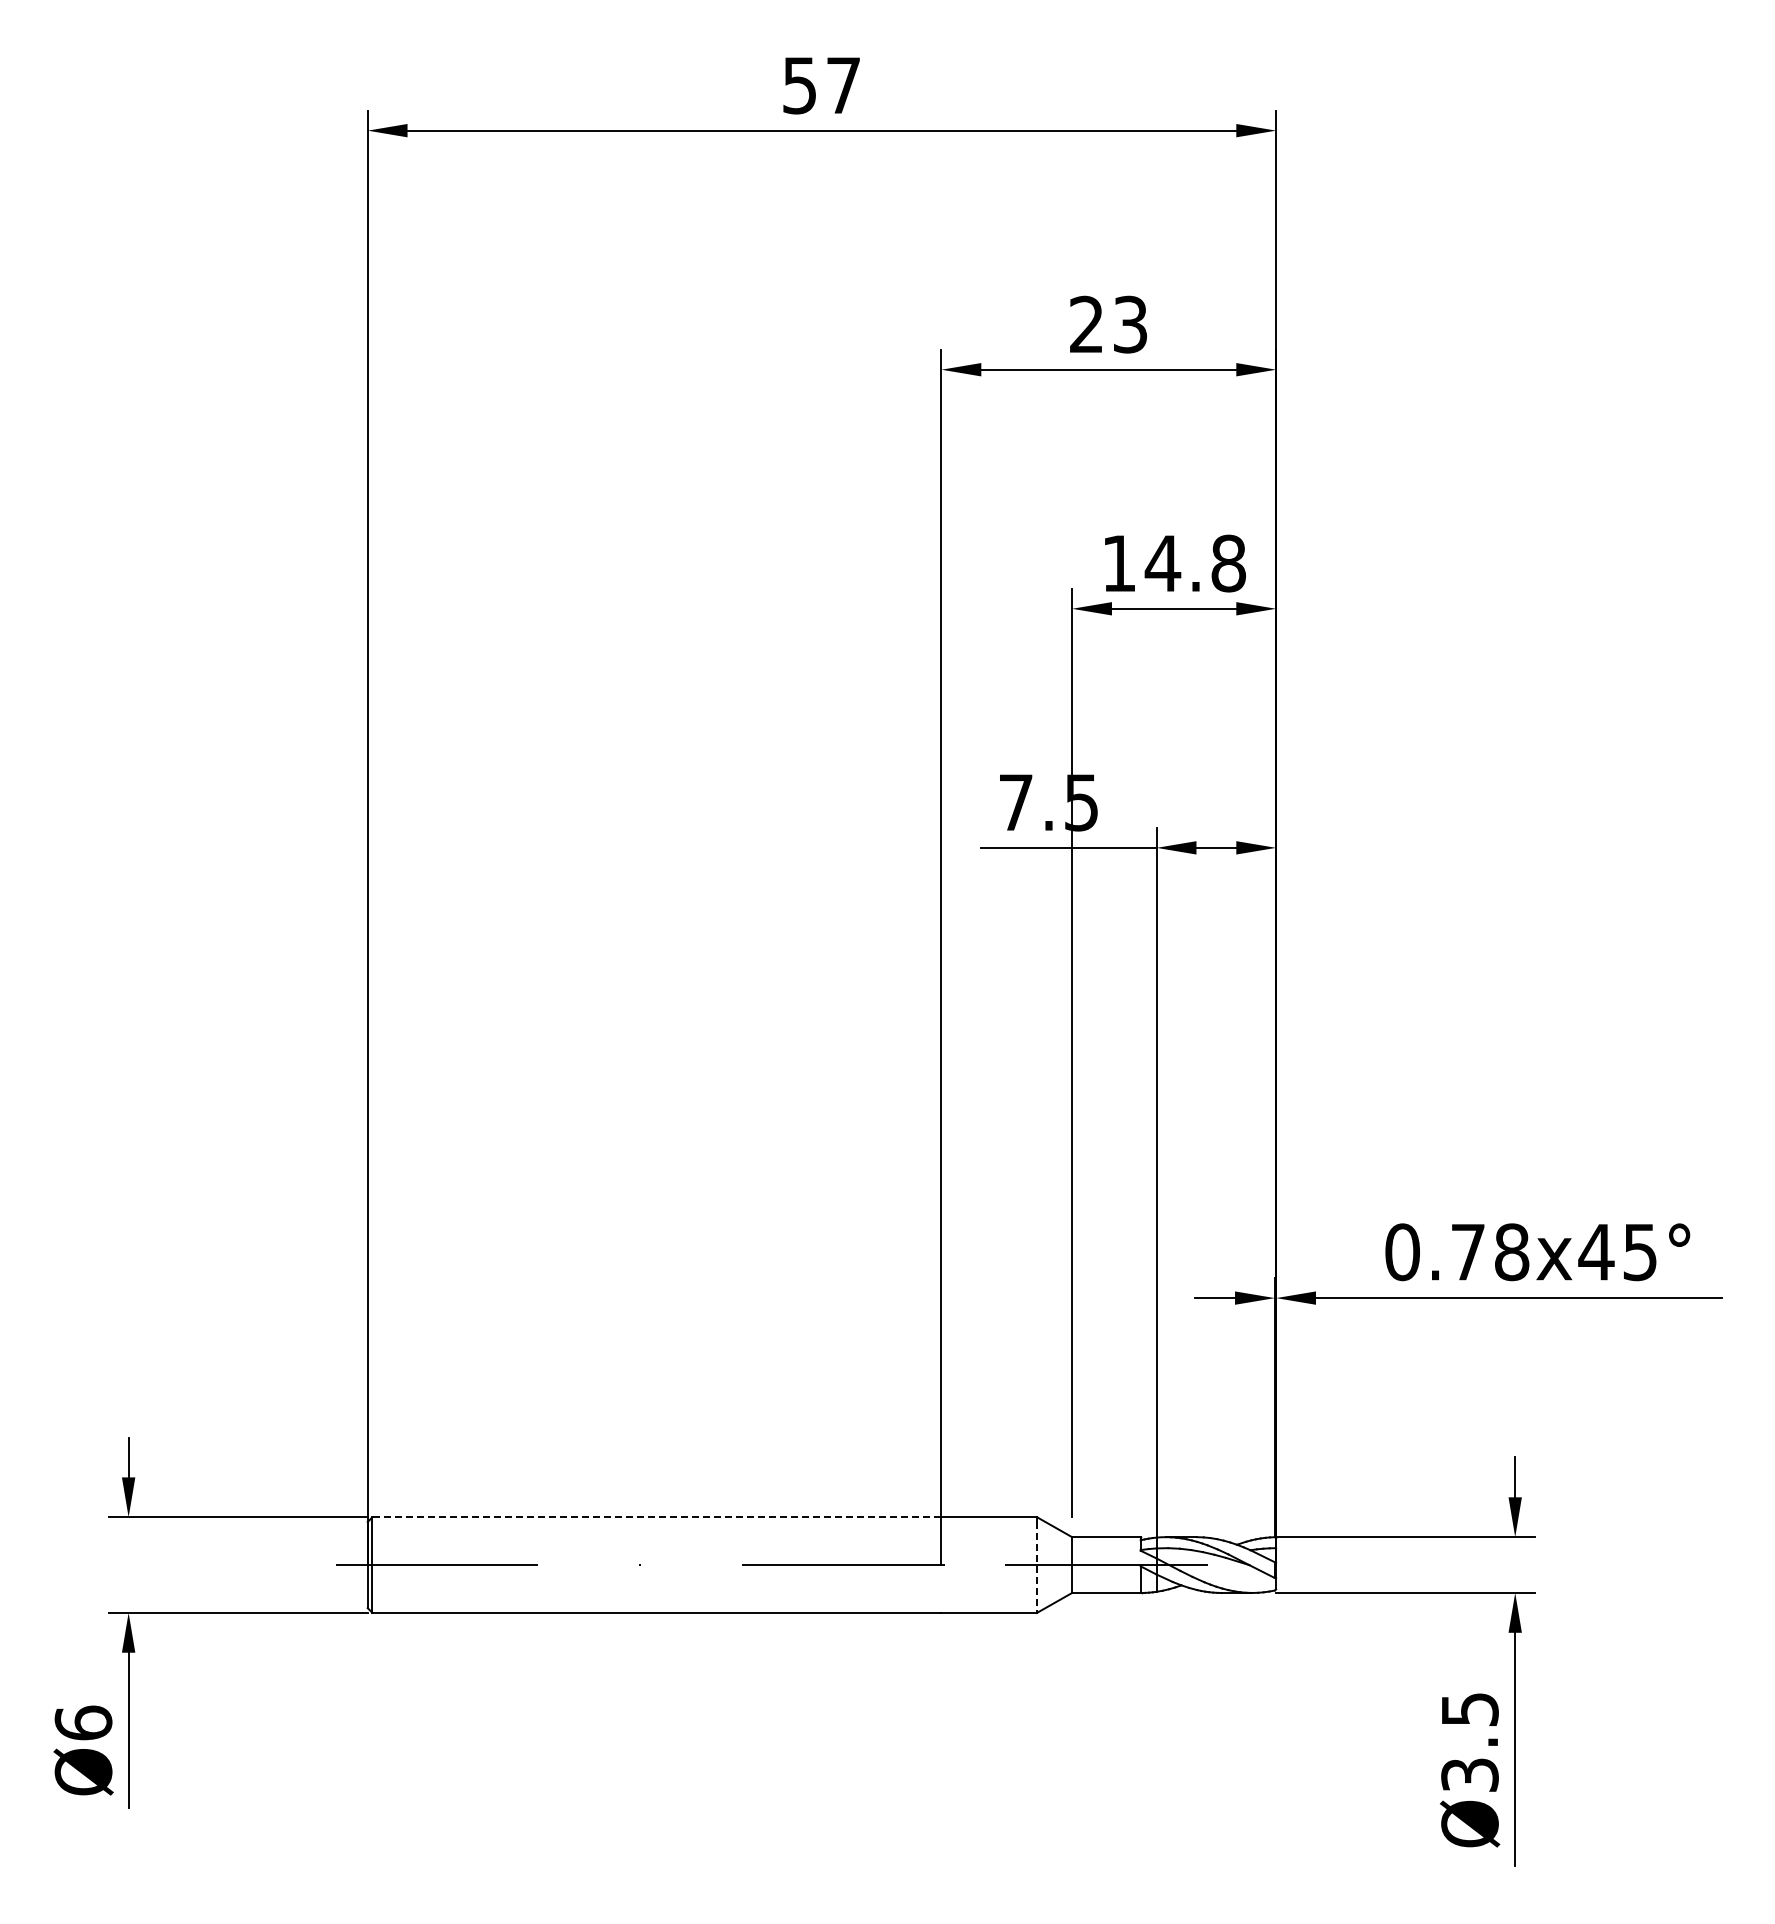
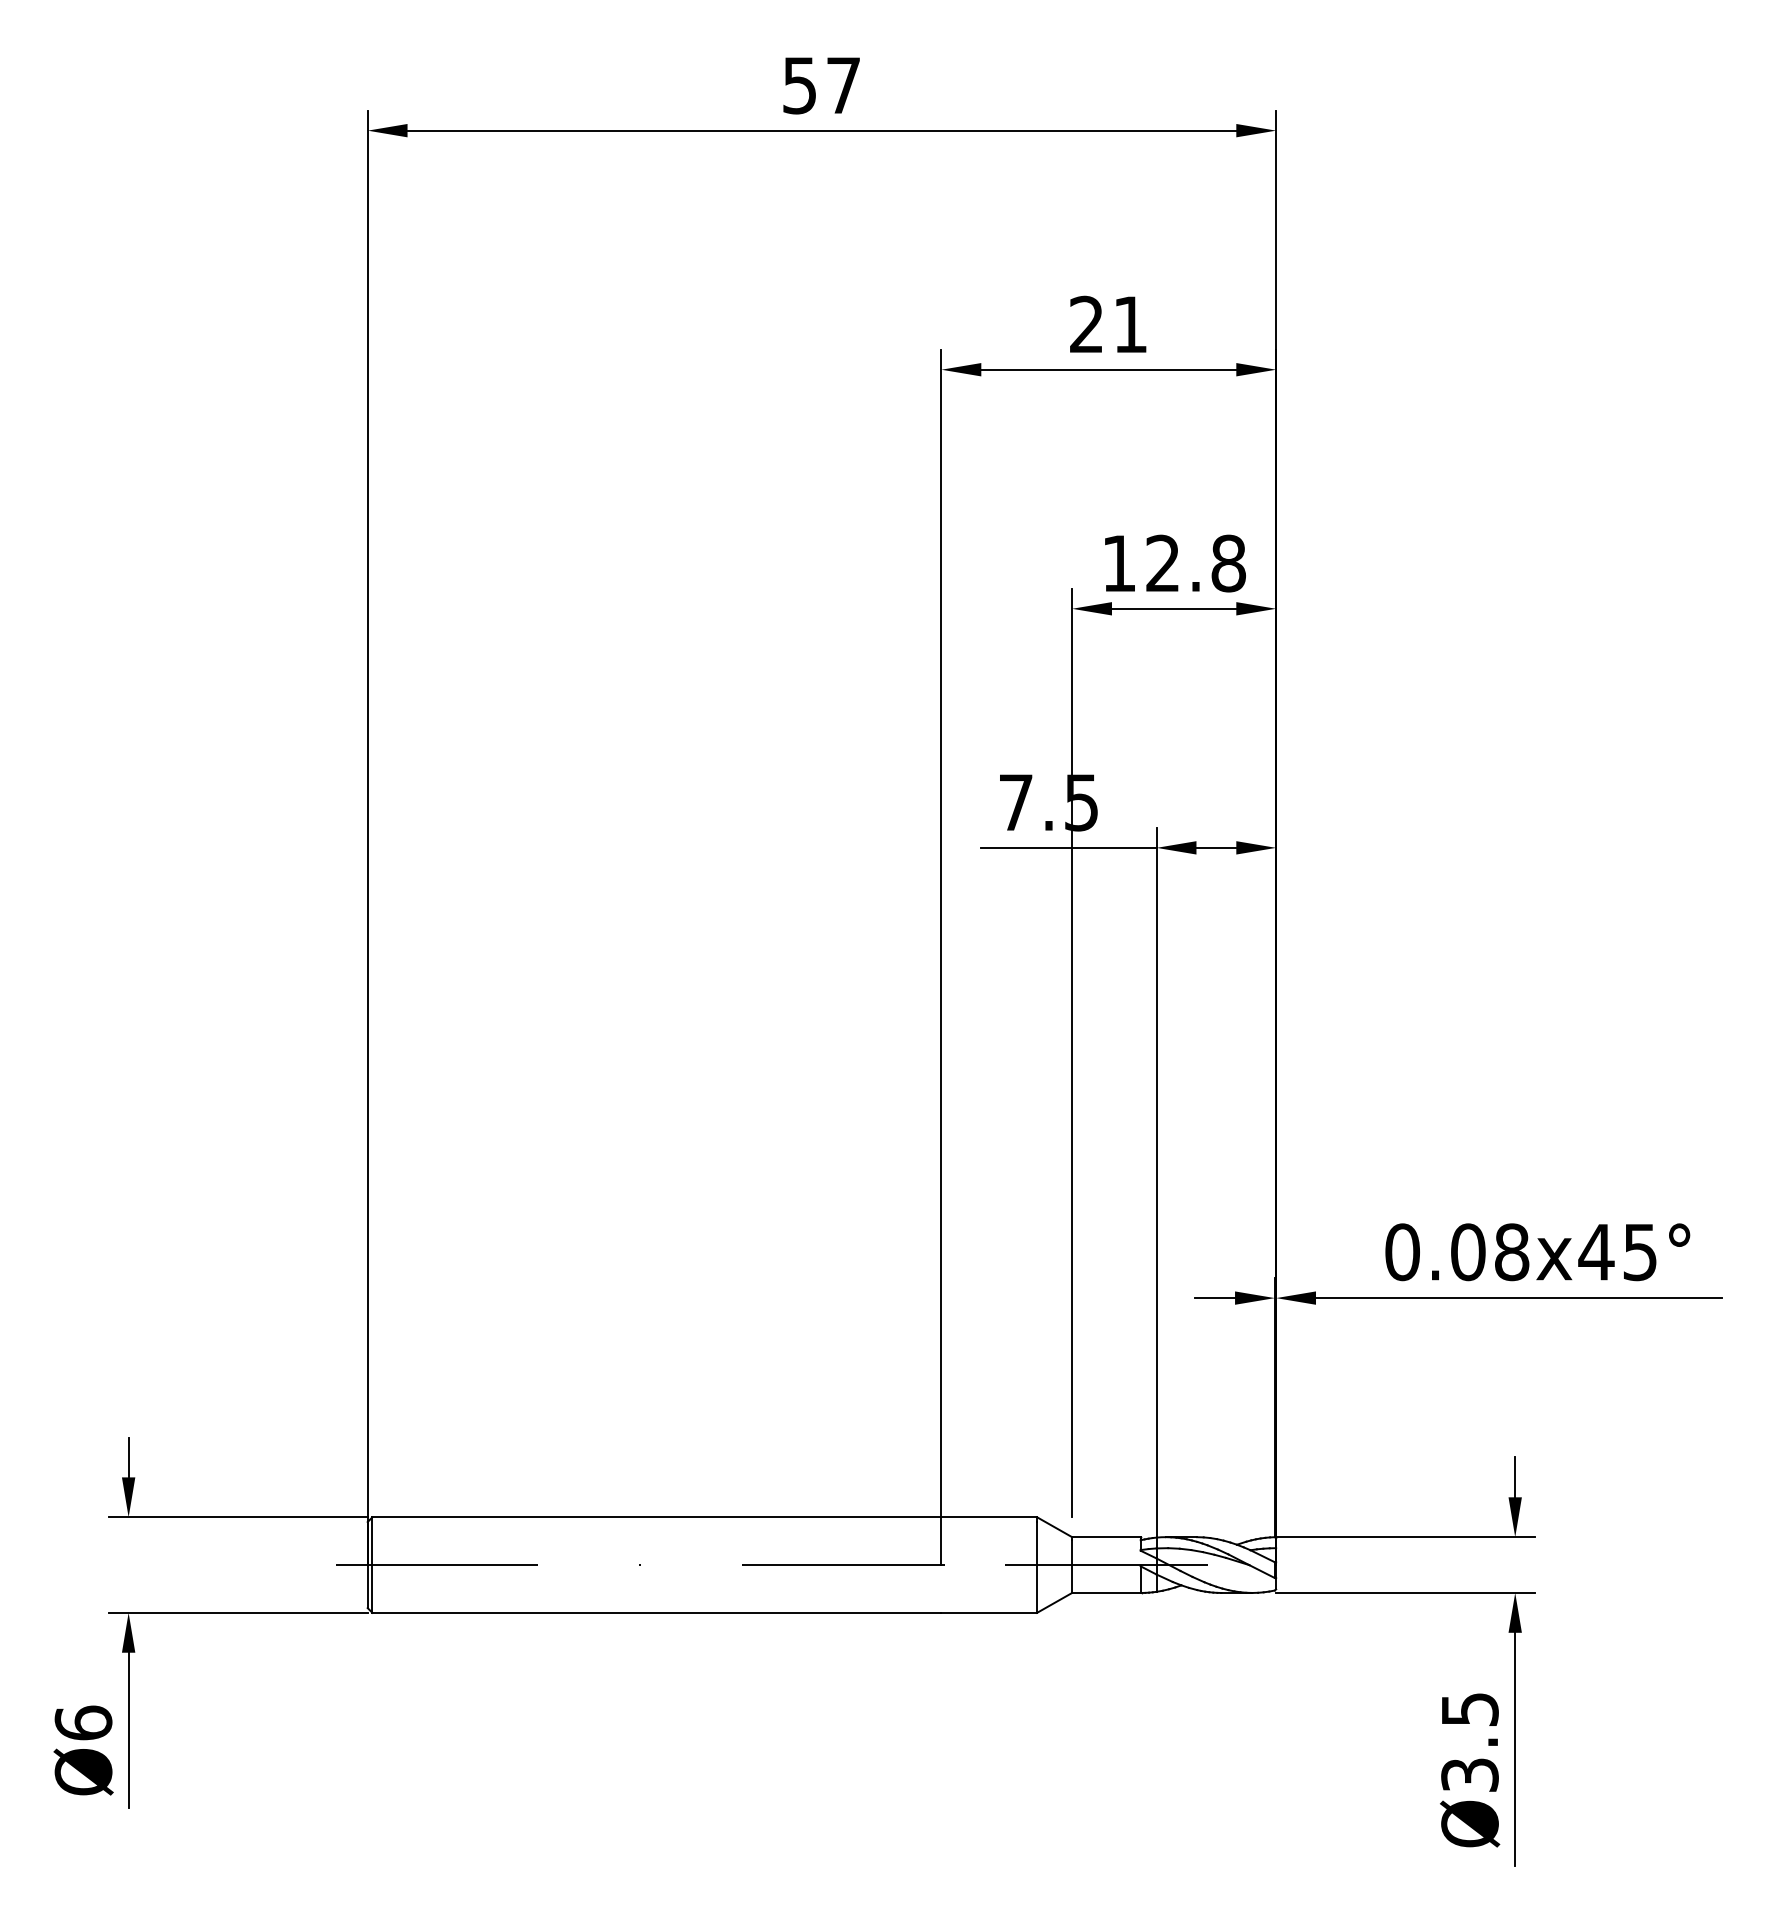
text at (1130, 324): 23 -> 21
text at (1162, 562): 14.8 -> 12.8
text at (1468, 1252): 0.78x45° -> 0.08x45°
line at (656, 1517): dashed -> solid
line at (1037, 1567): dashed -> solid
